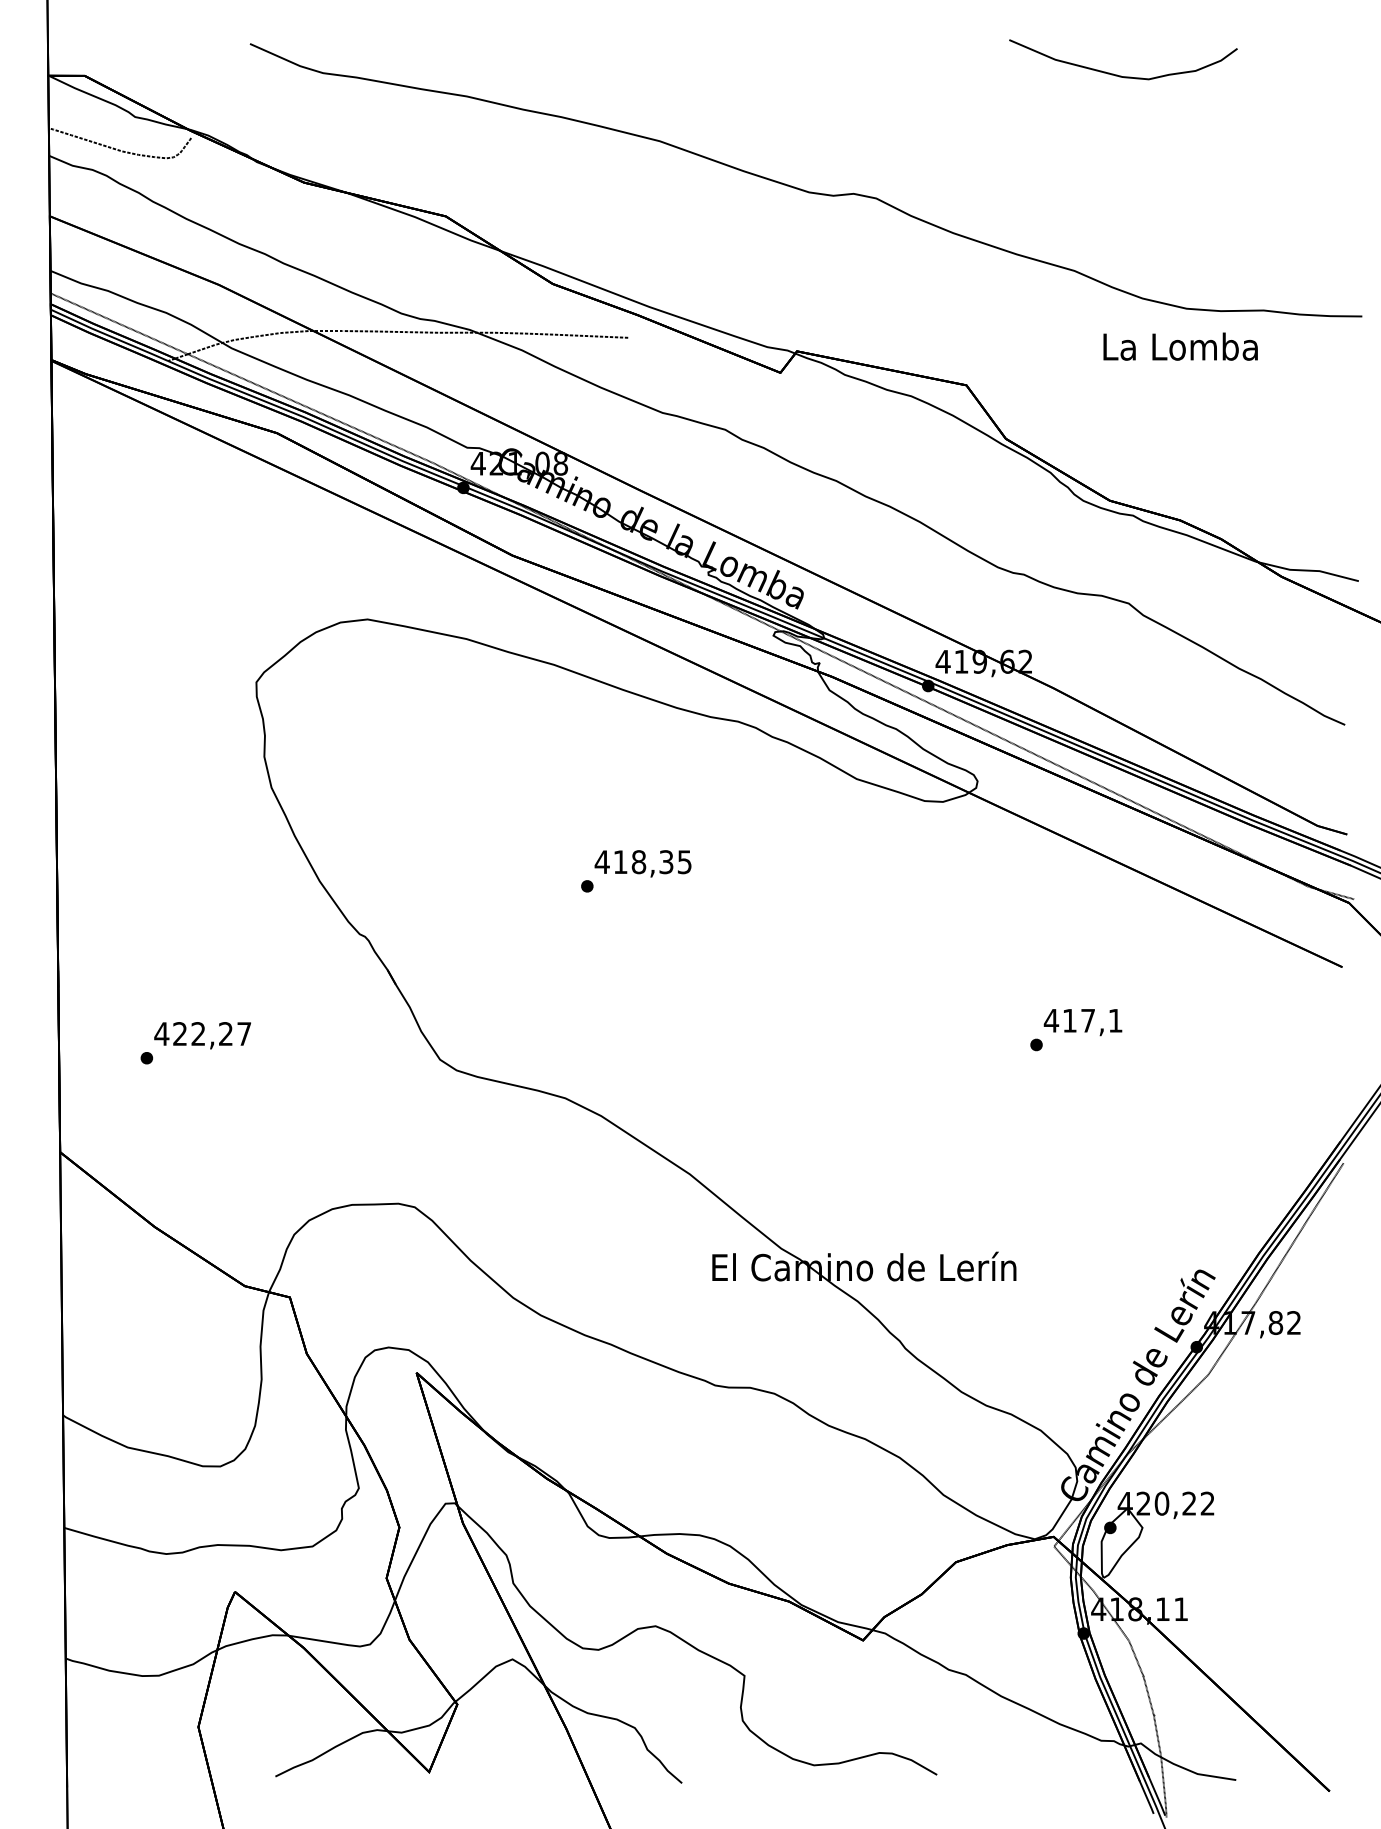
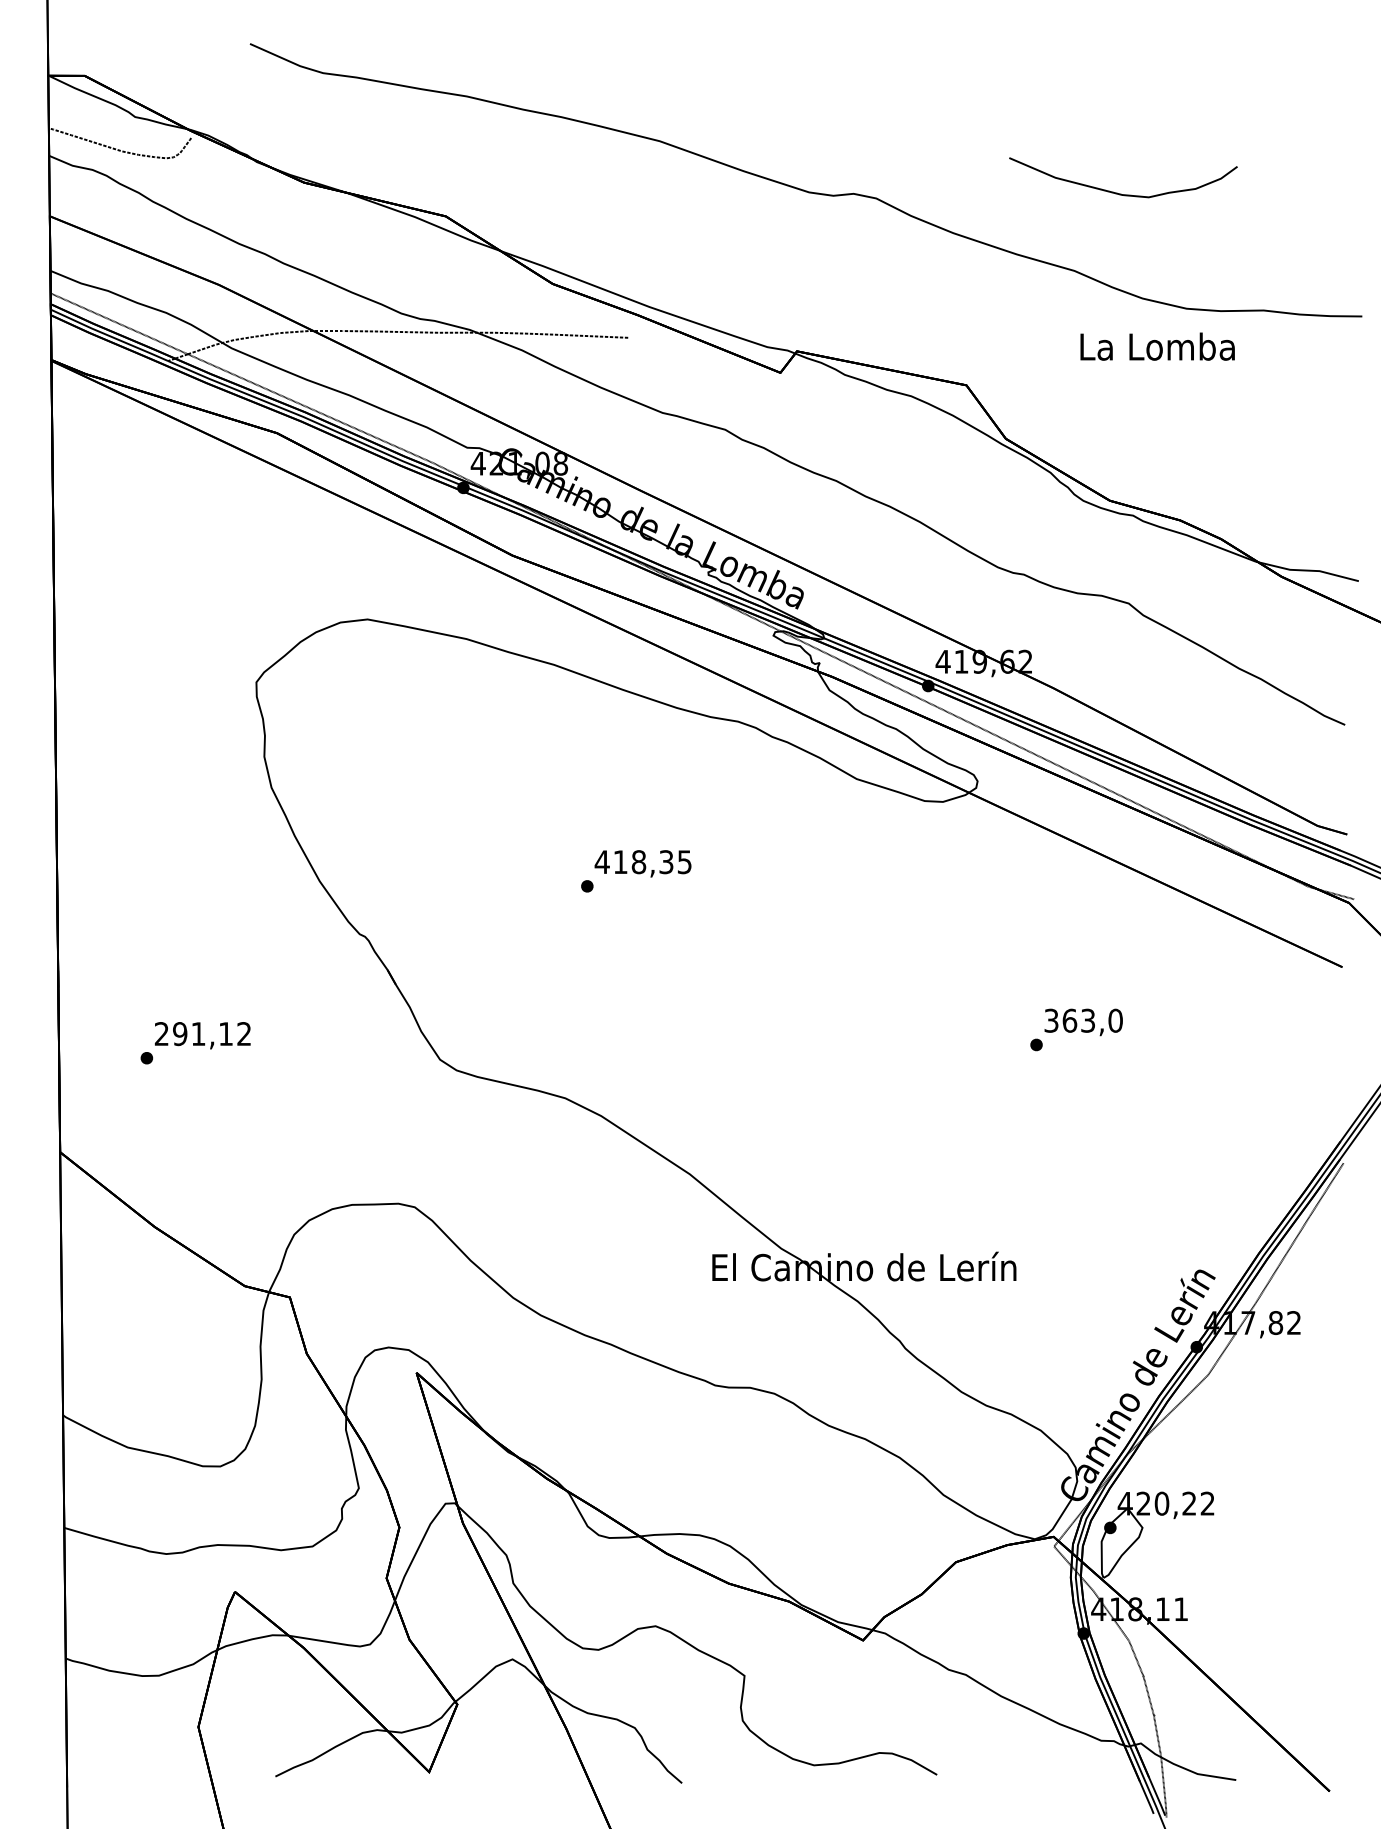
curve at (1121, 75) position: (1121, 75) -> (1121, 193)
text at (1180, 346) position: (1180, 346) -> (1157, 346)
text at (1082, 1020): 417,1 -> 363,0
text at (202, 1034): 422,27 -> 291,12
